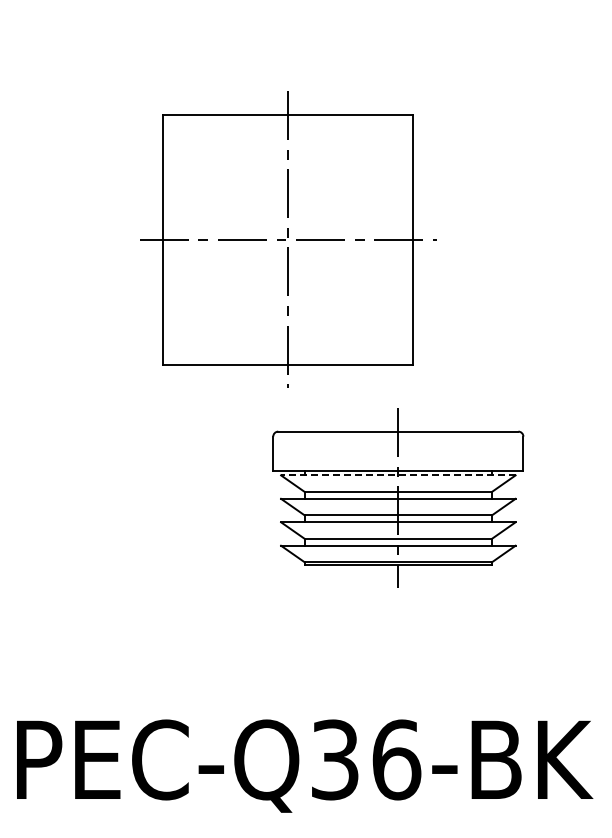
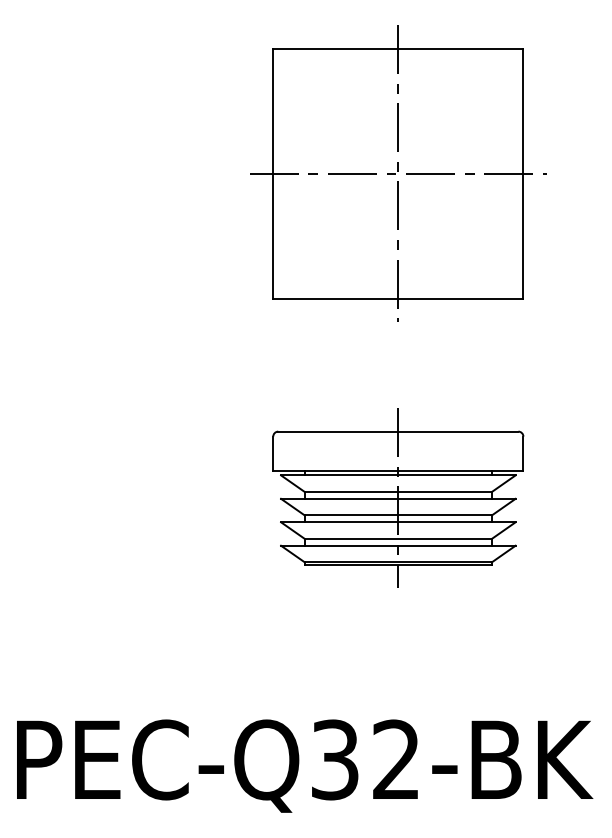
part at (288, 239) position: (288, 239) -> (398, 173)
line at (397, 475): dashed -> solid
text at (396, 759): PEC-Q36-BK -> PEC-Q32-BK
